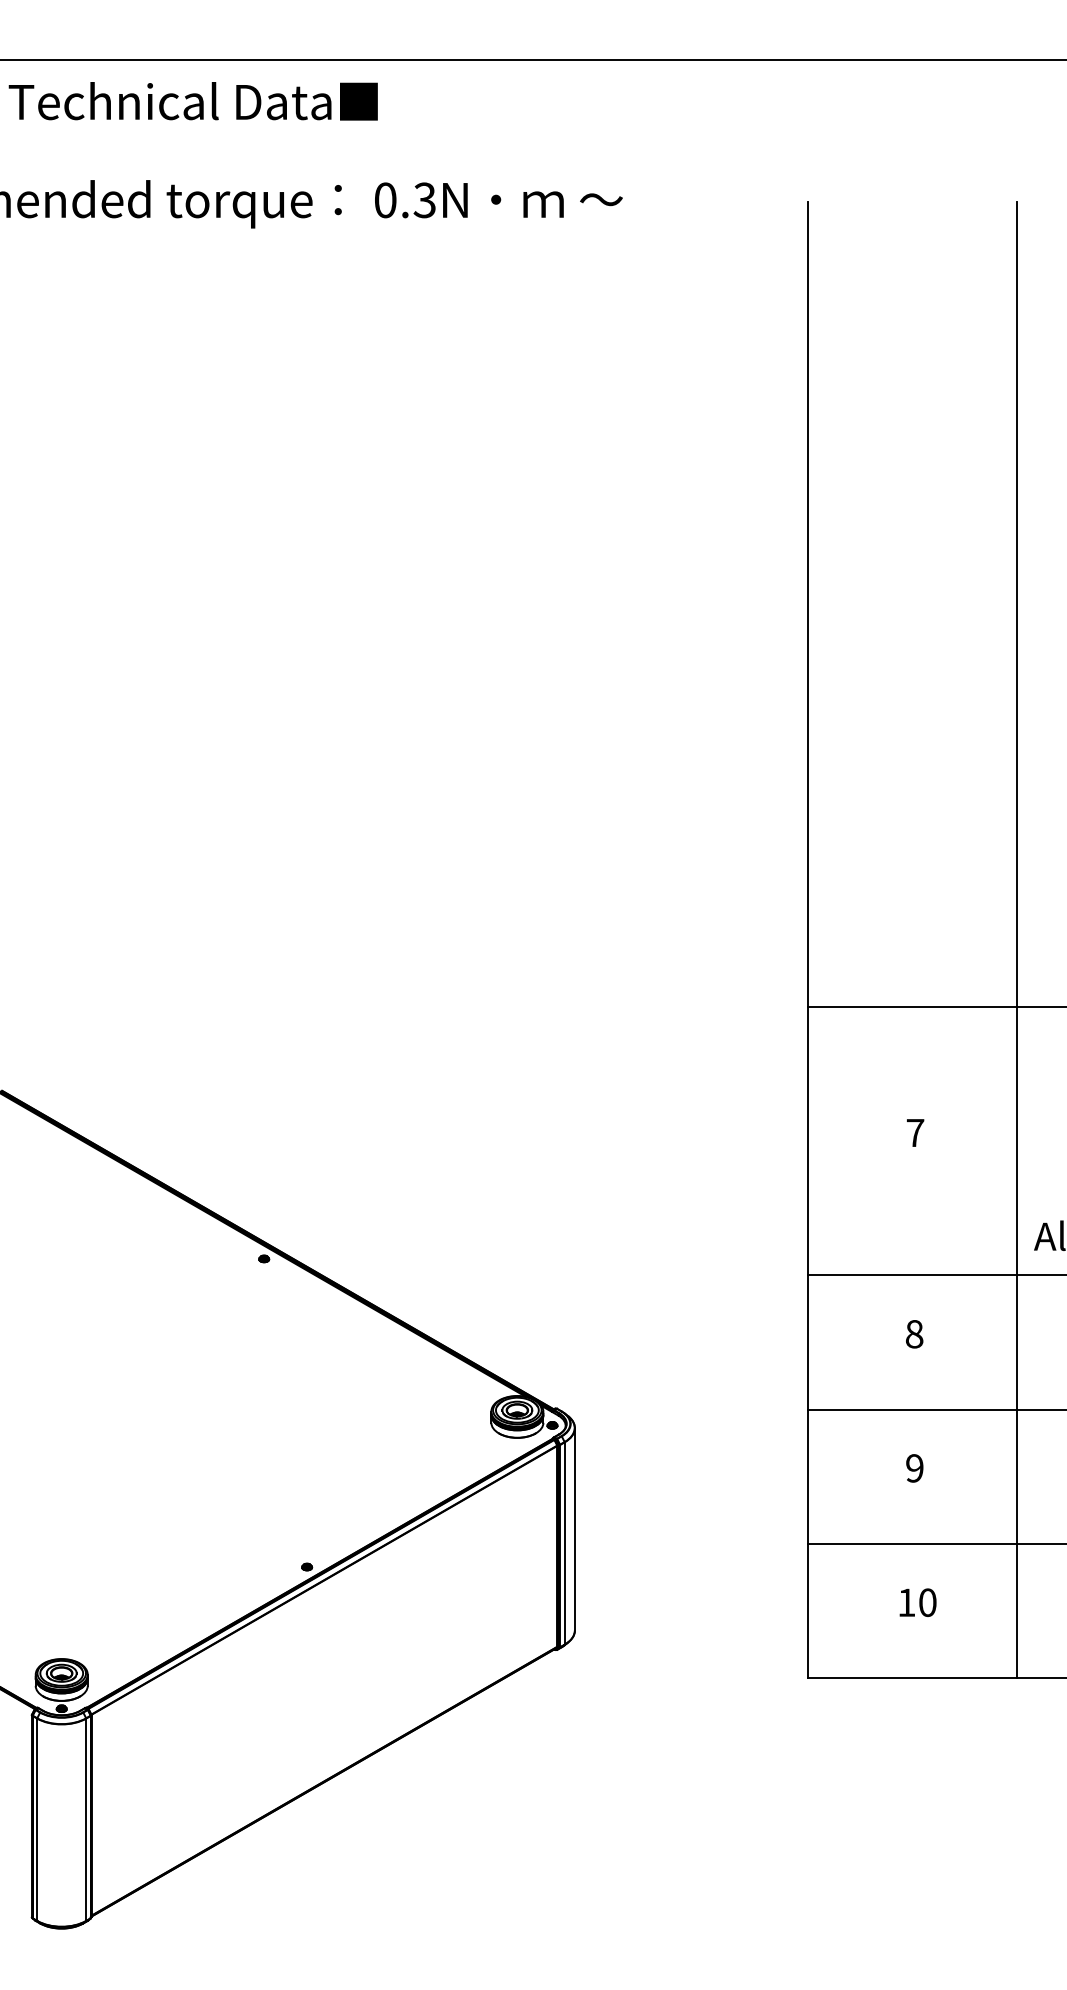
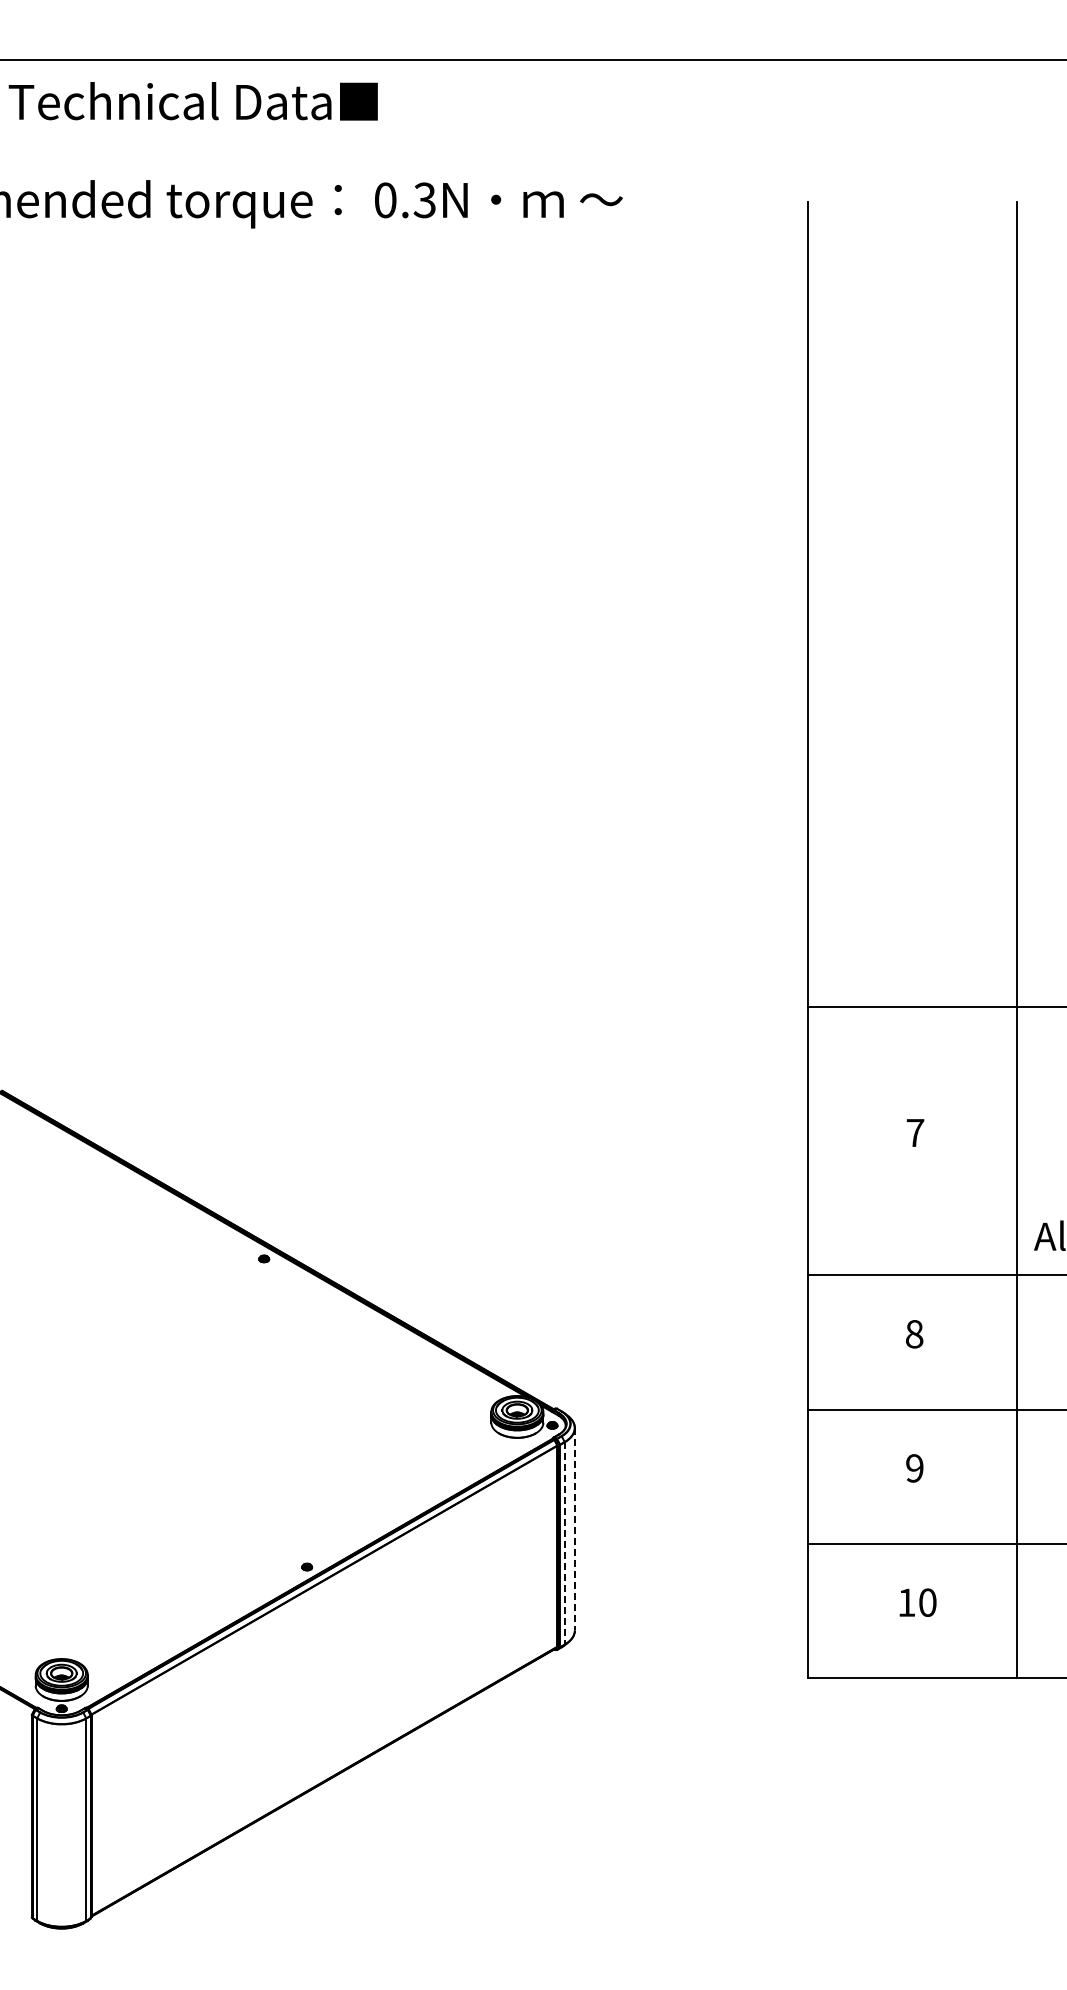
line at (574, 1529): solid -> dashed
line at (564, 1543): solid -> dashed
